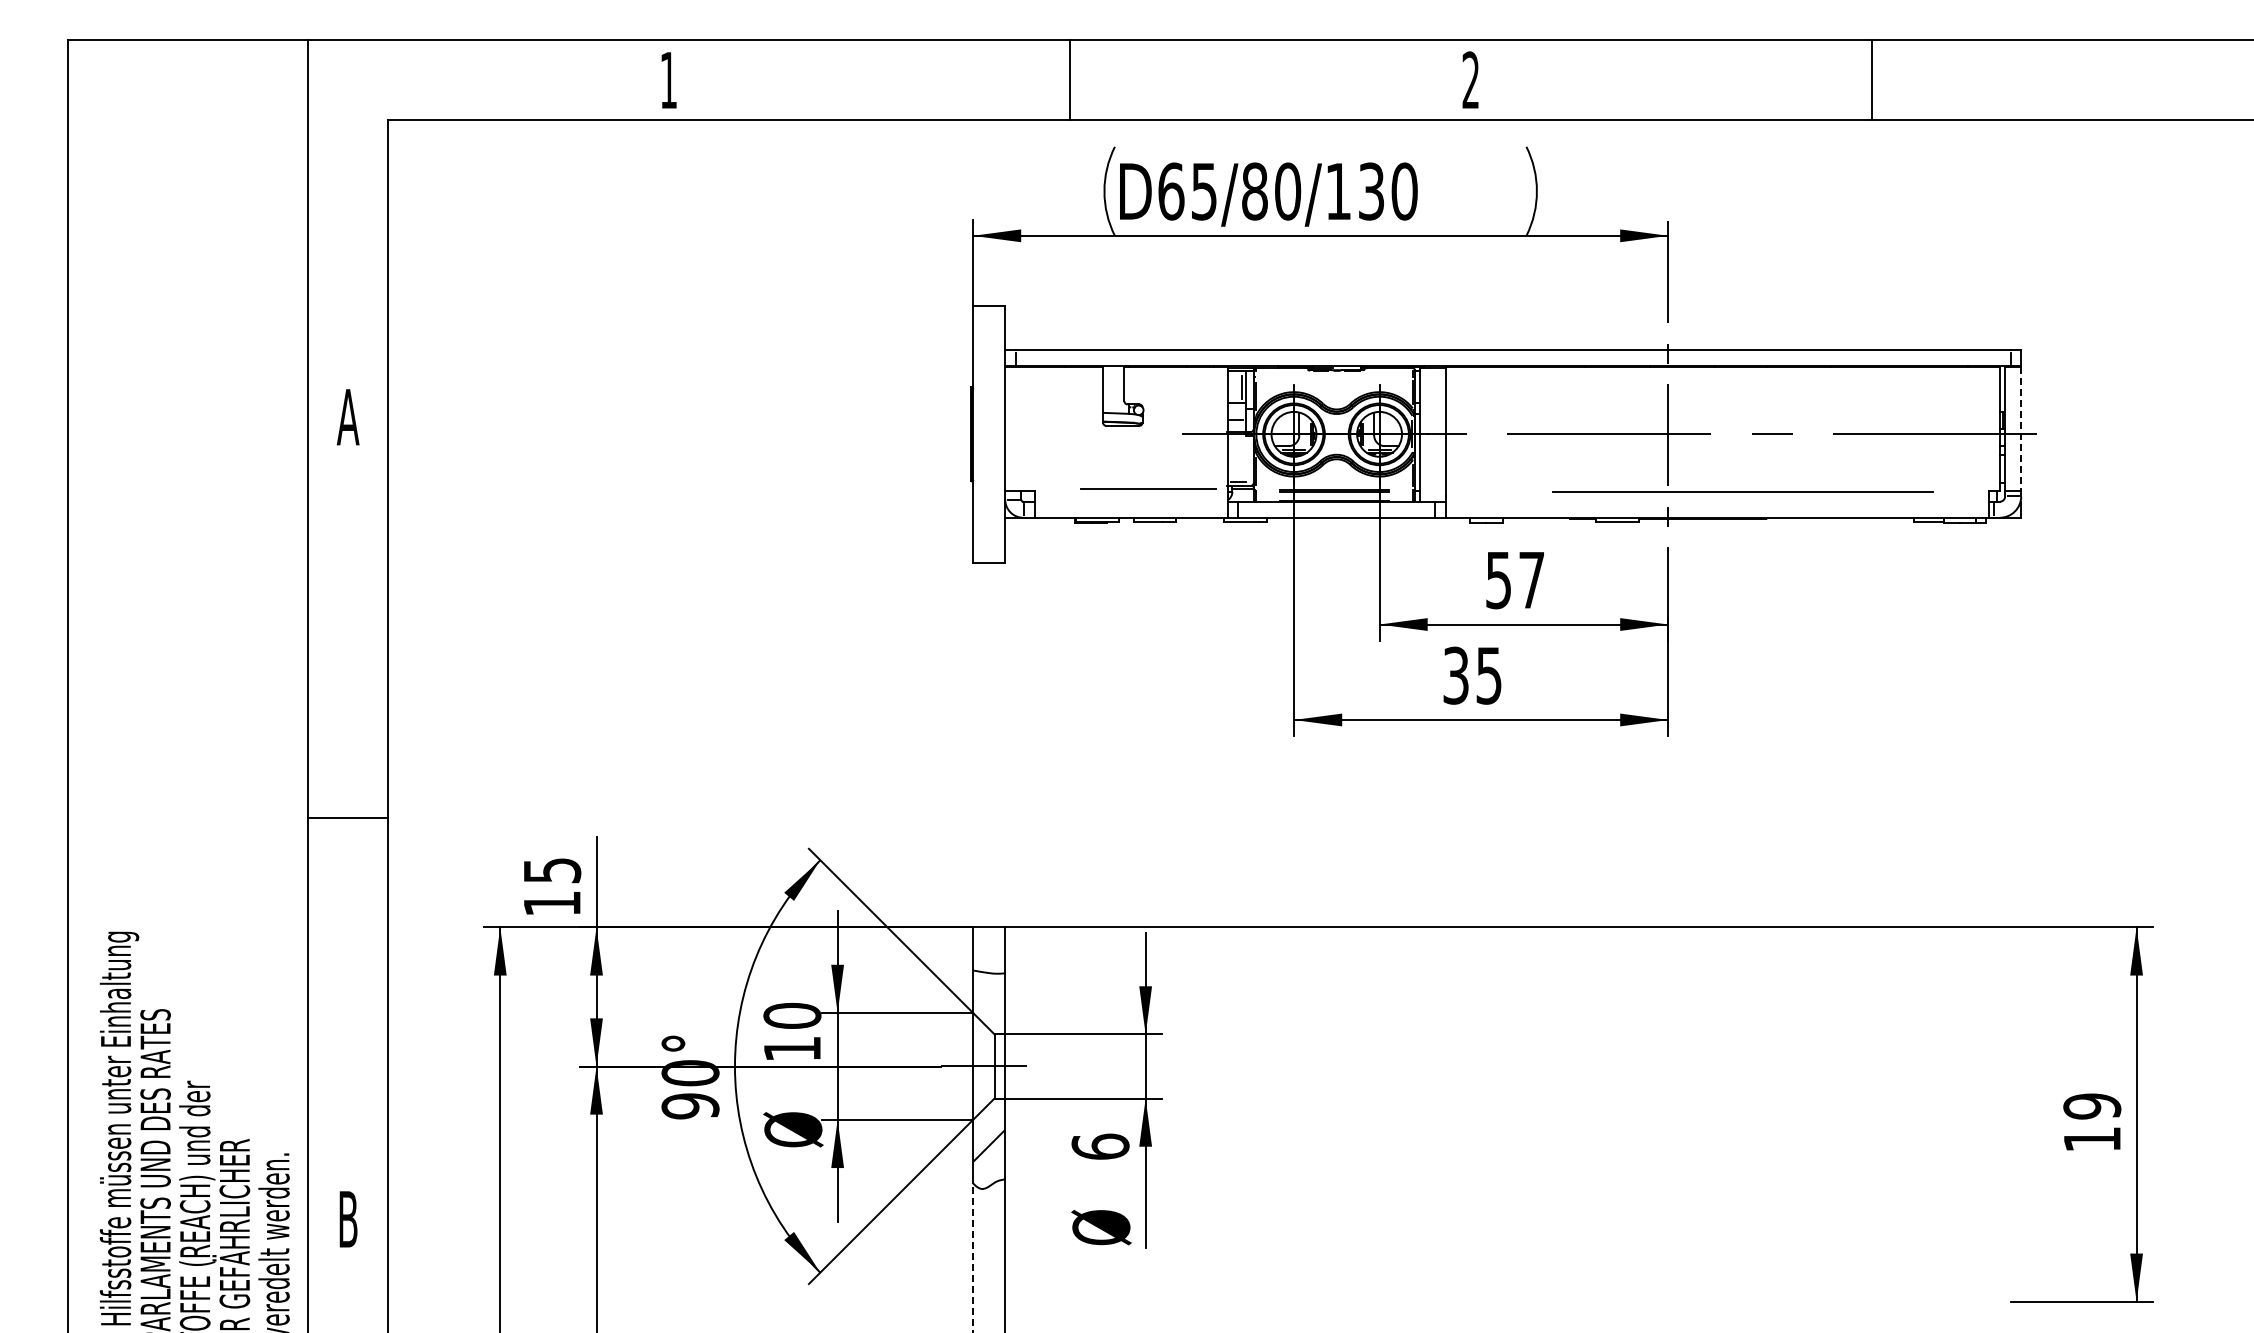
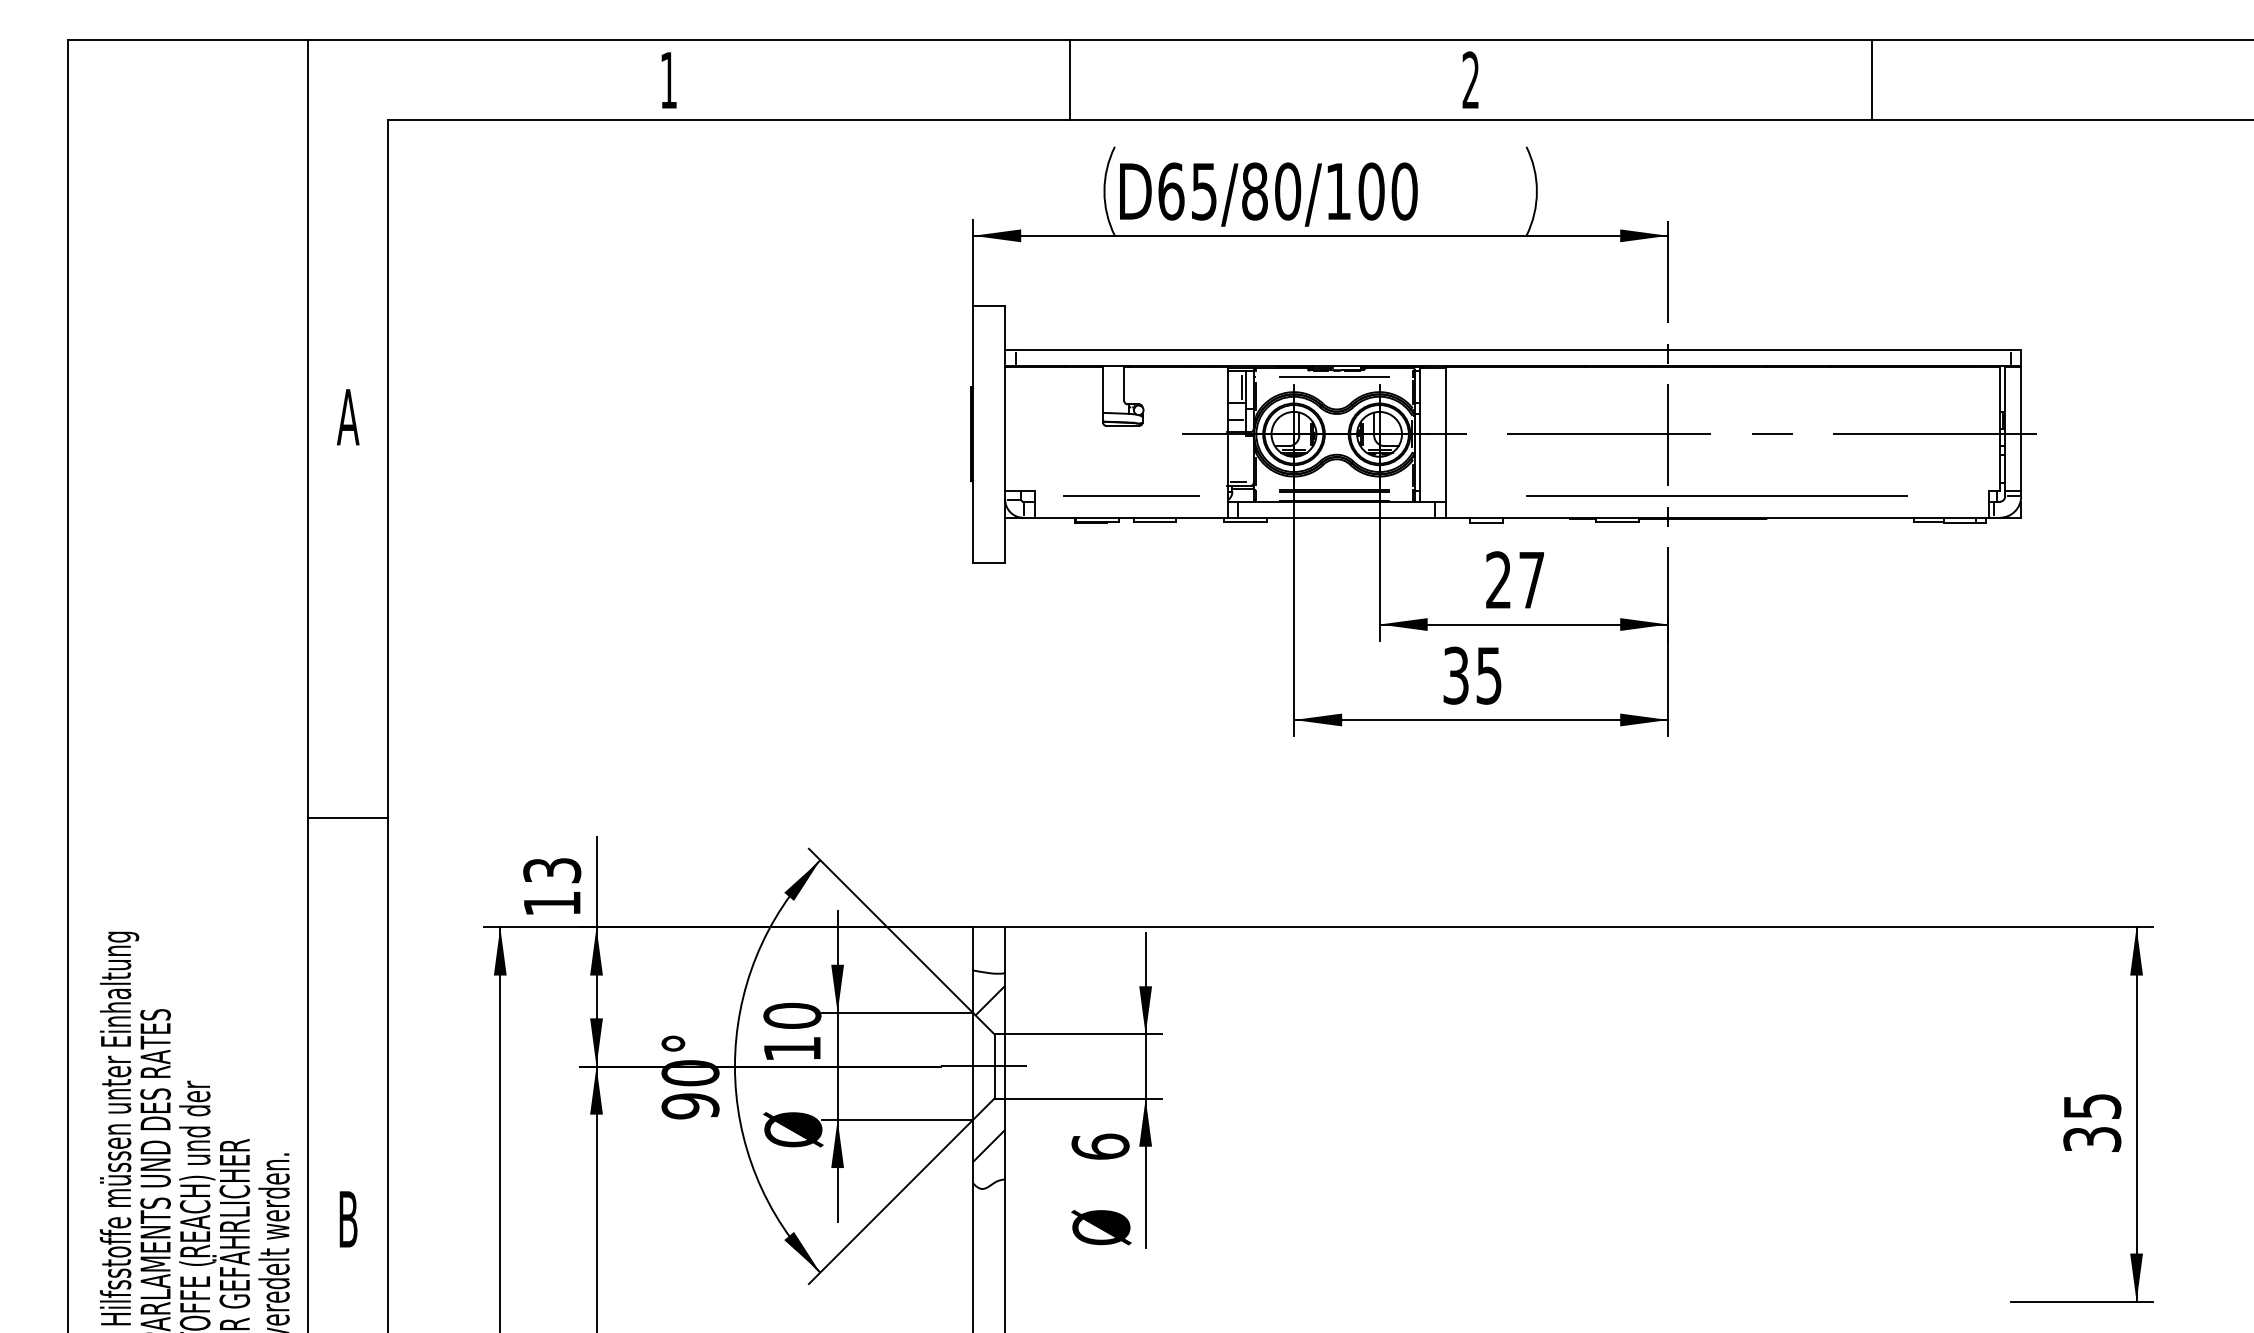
text at (1371, 191): D65/80/130 -> D65/80/100
line at (1334, 376): none -> present
line at (2021, 429): dashed -> solid
line at (1148, 488) position: (1148, 488) -> (1131, 495)
line at (1742, 491) position: (1742, 491) -> (1716, 495)
text at (1498, 580): 57 -> 27
text at (551, 870): 15 -> 13
hatch at (990, 1000): none -> present
text at (2092, 1122): 19 -> 35
line at (973, 1257): dashed -> solid
